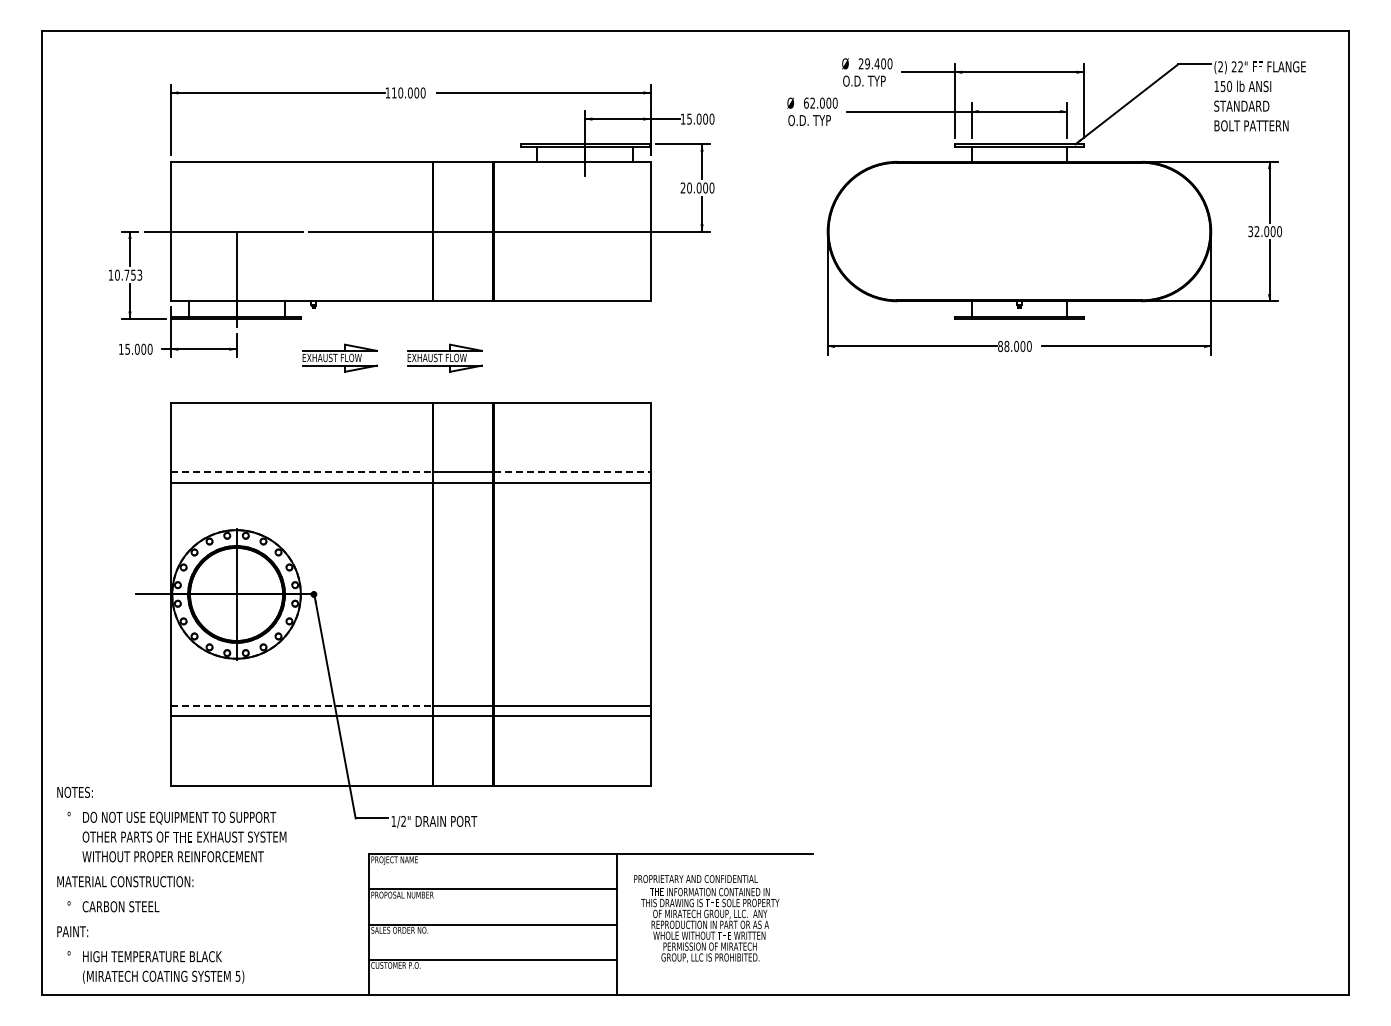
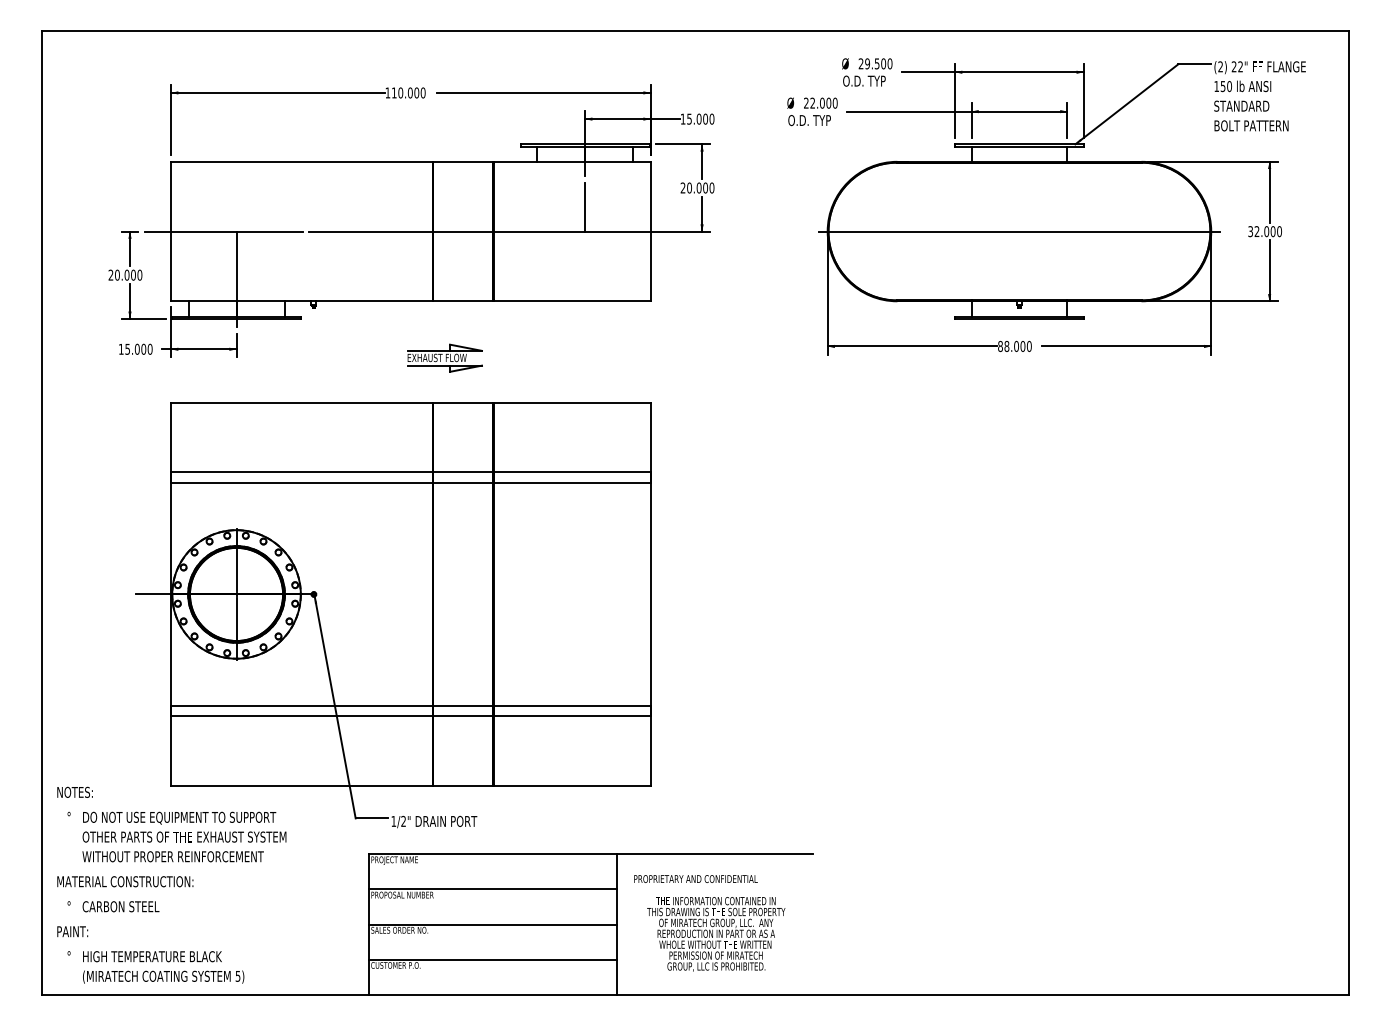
text at (876, 63): 29.400 -> 29.500
text at (806, 102): 62.000 -> 22.000
line at (585, 207): none -> present
line at (1018, 231): none -> present
text at (125, 274): 10.753 -> 20.000
part at (339, 357): present -> none
line at (301, 472): dashed -> solid
line at (572, 472): dashed -> solid
line at (301, 705): dashed -> solid
text at (710, 925) position: (710, 925) -> (716, 934)
